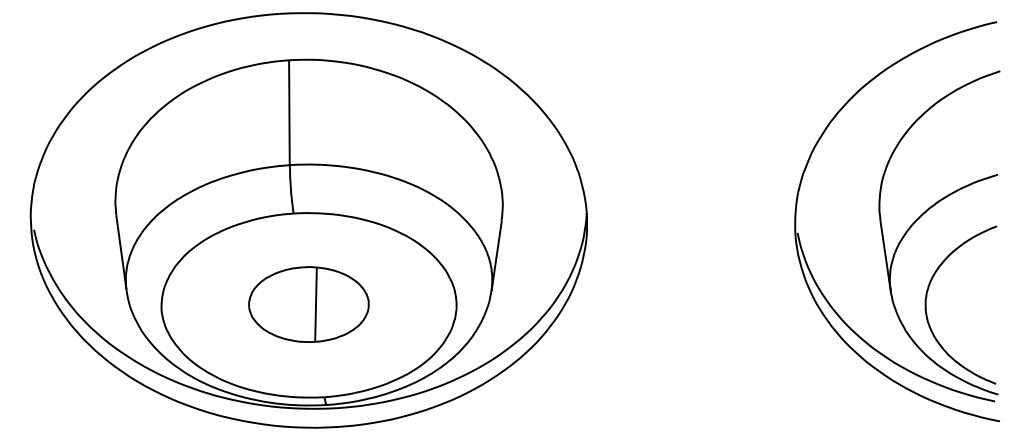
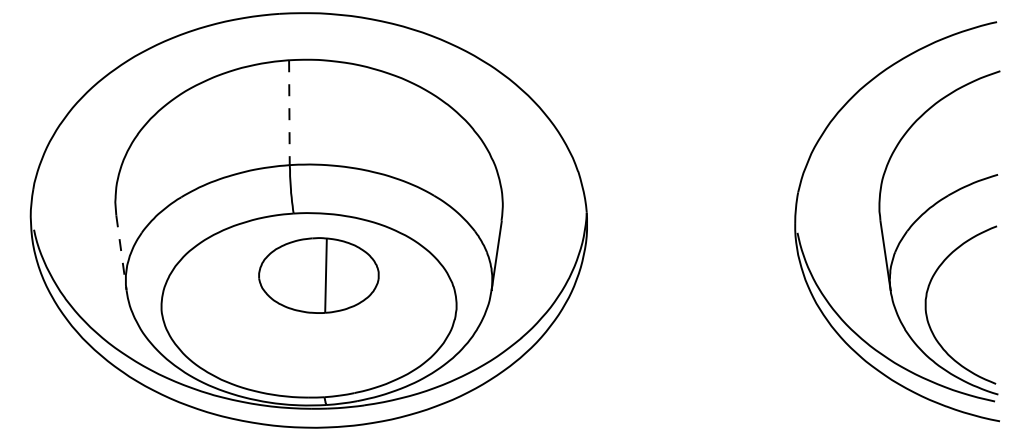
line at (289, 113): solid -> dashed
line at (121, 252): solid -> dashed
part at (308, 304) position: (308, 304) -> (318, 275)
